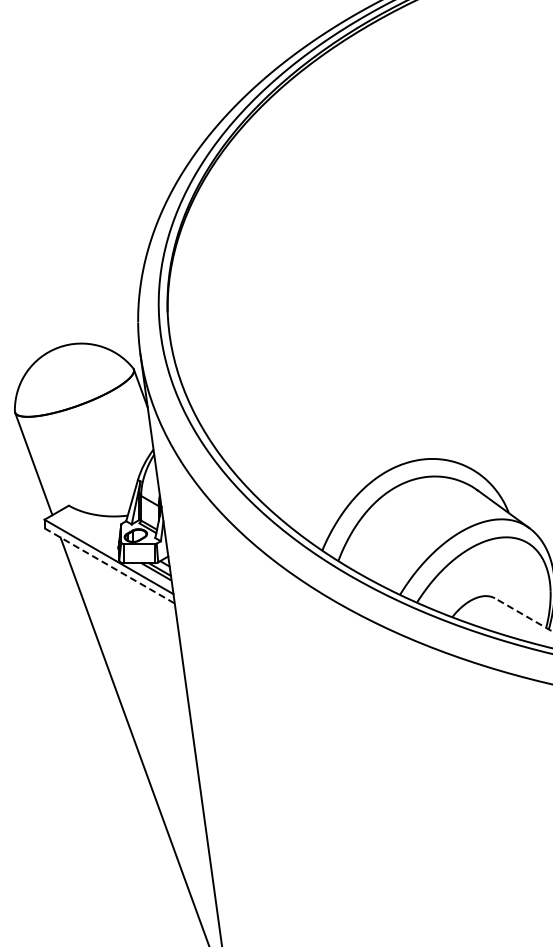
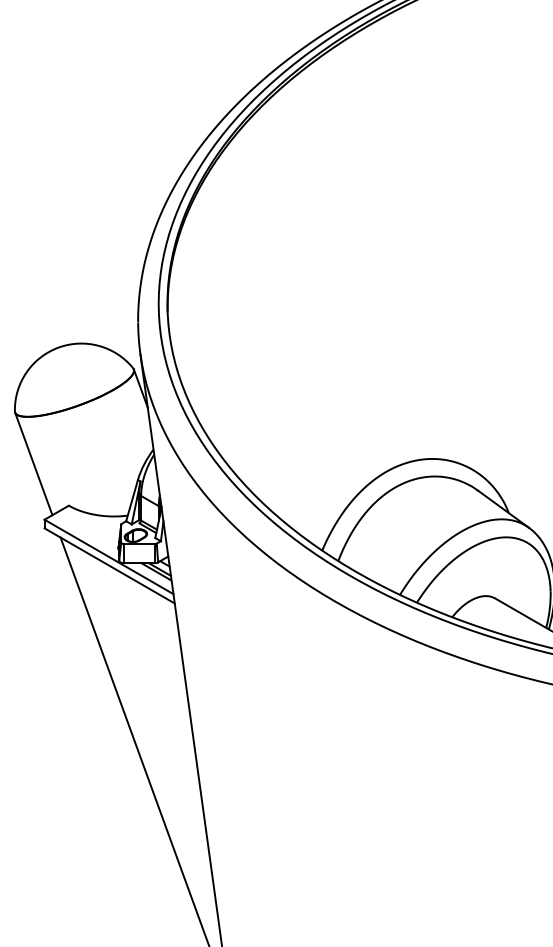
line at (110, 566): dashed -> solid
line at (523, 614): dashed -> solid
